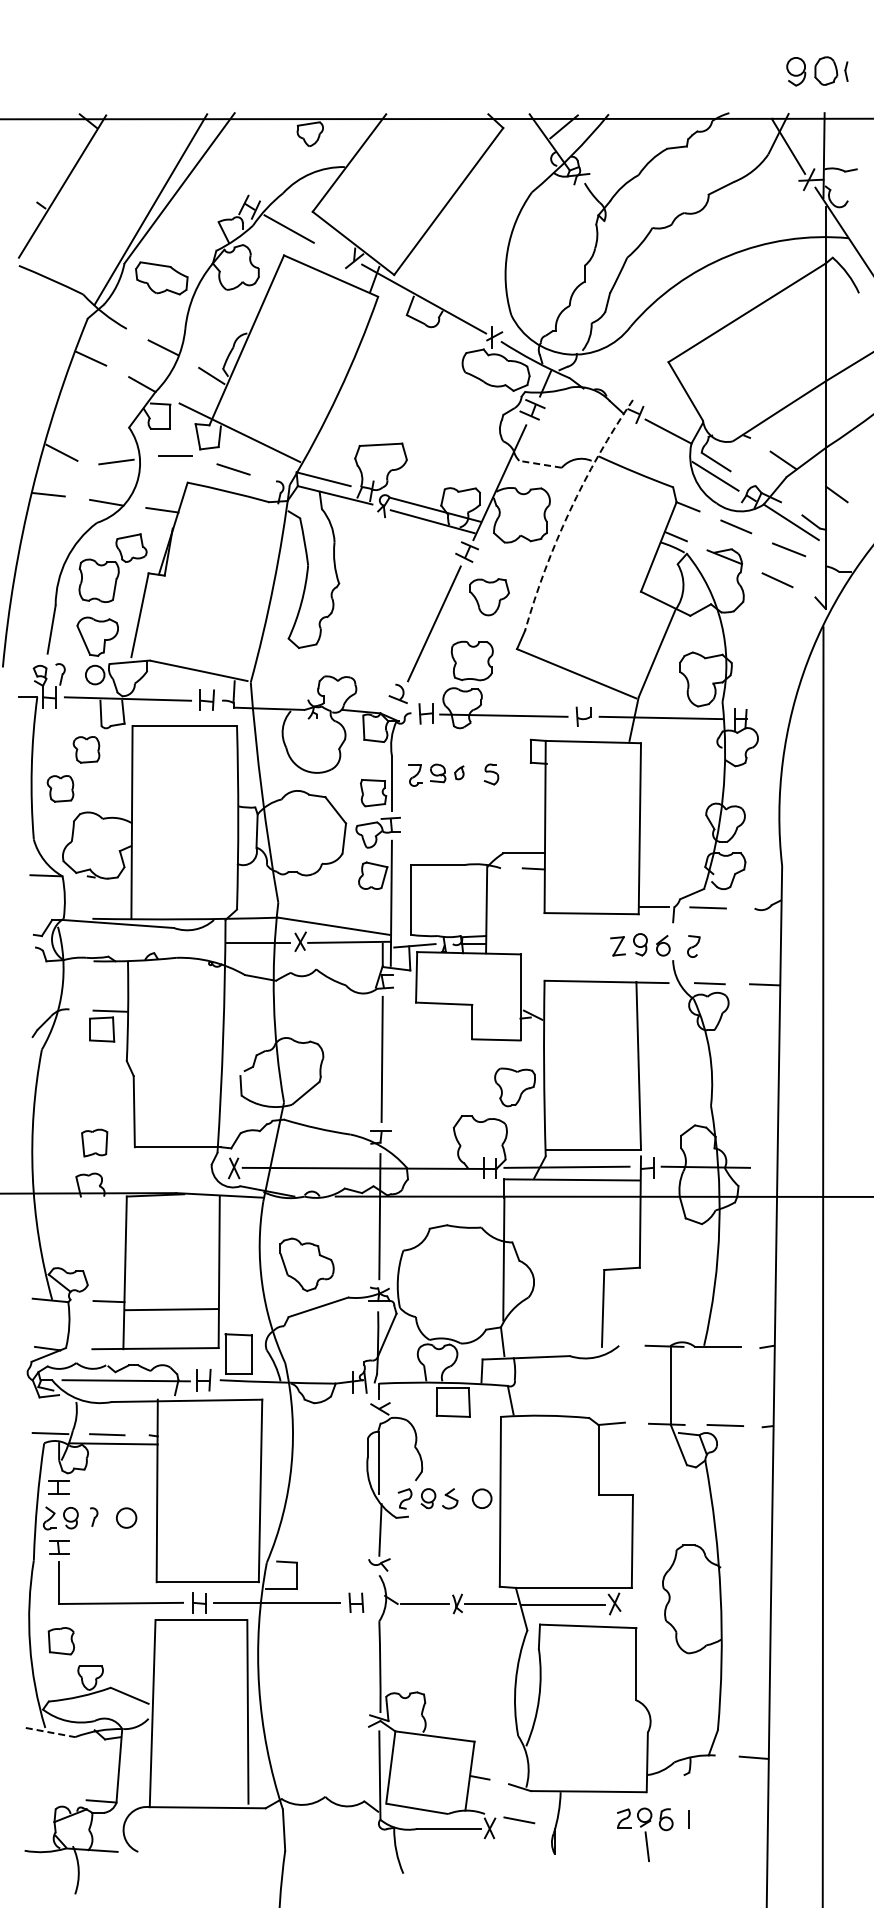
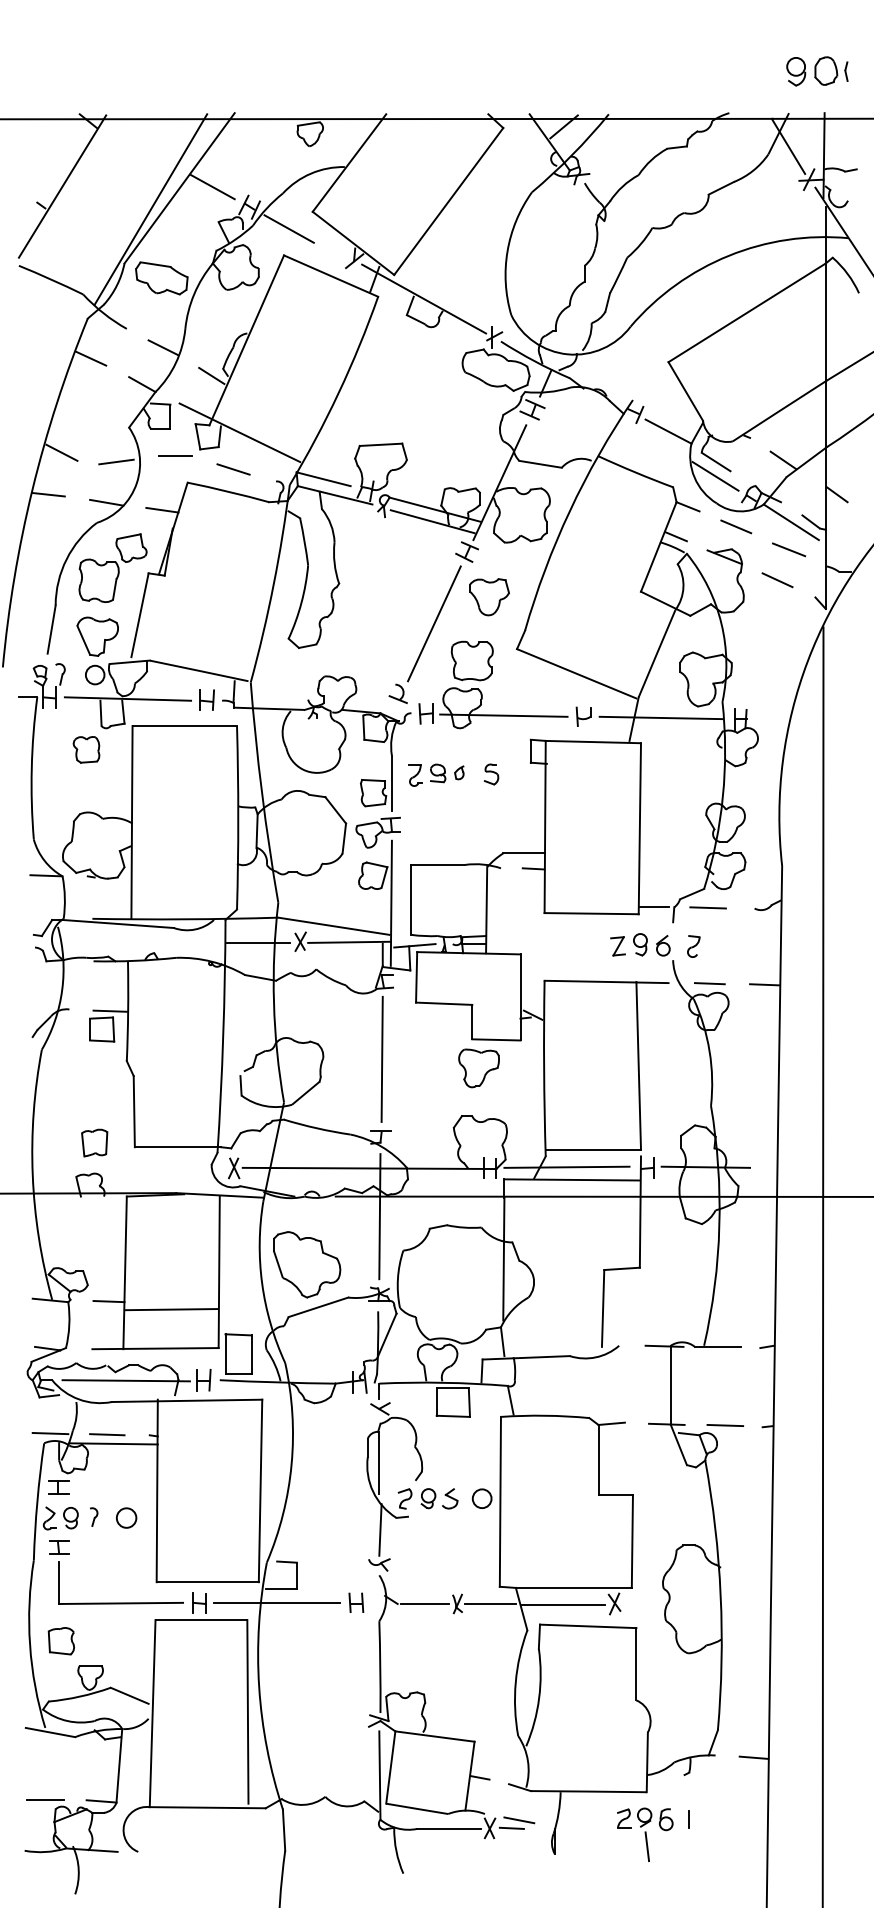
line at (212, 187): none -> present
line at (540, 464): dashed -> solid
arc at (569, 511): dashed -> solid
part at (60, 788): present -> none
part at (514, 1087) position: (514, 1087) -> (478, 1068)
part at (306, 1264) size: 56x56 px -> 69x68 px
line at (50, 1732): dashed -> solid
line at (44, 1800): none -> present
line at (511, 1827): none -> present
